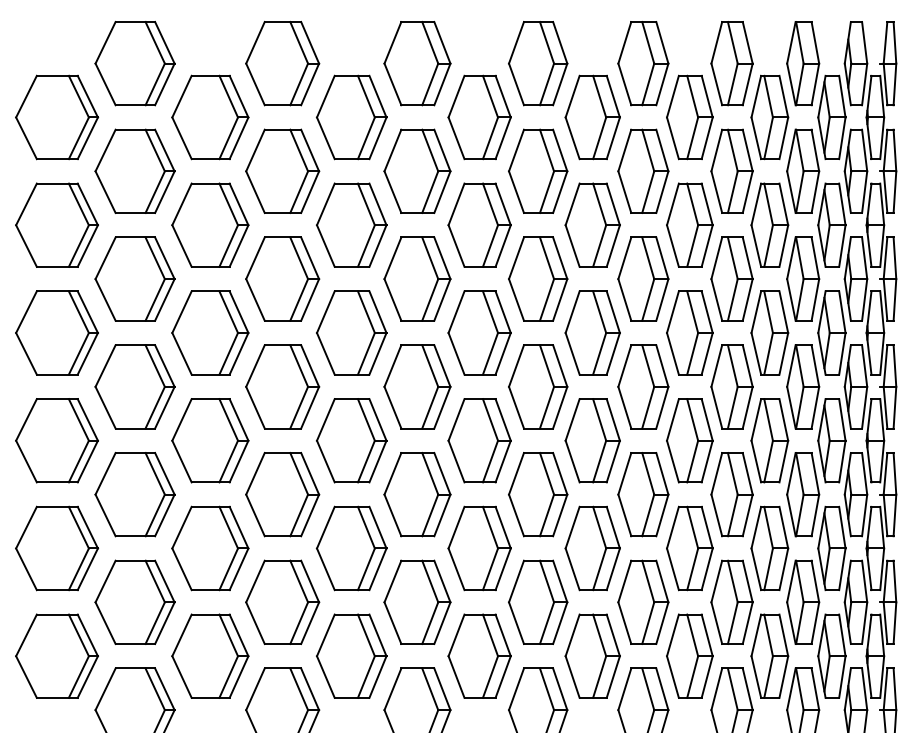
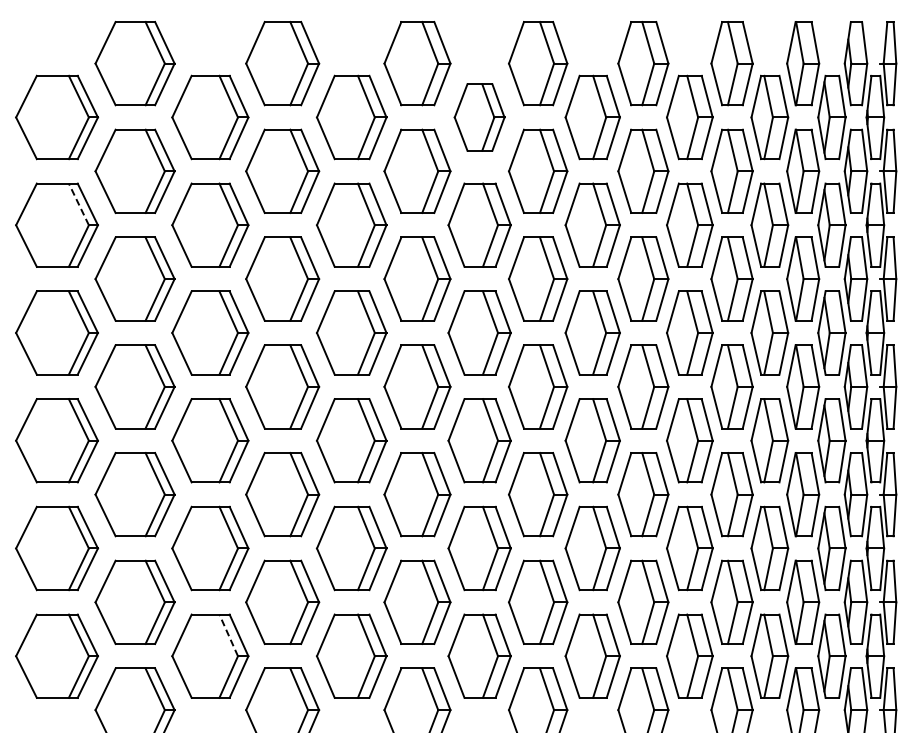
part at (479, 117) size: 65x87 px -> 53x69 px
line at (78, 203): solid -> dashed
line at (228, 635): solid -> dashed
